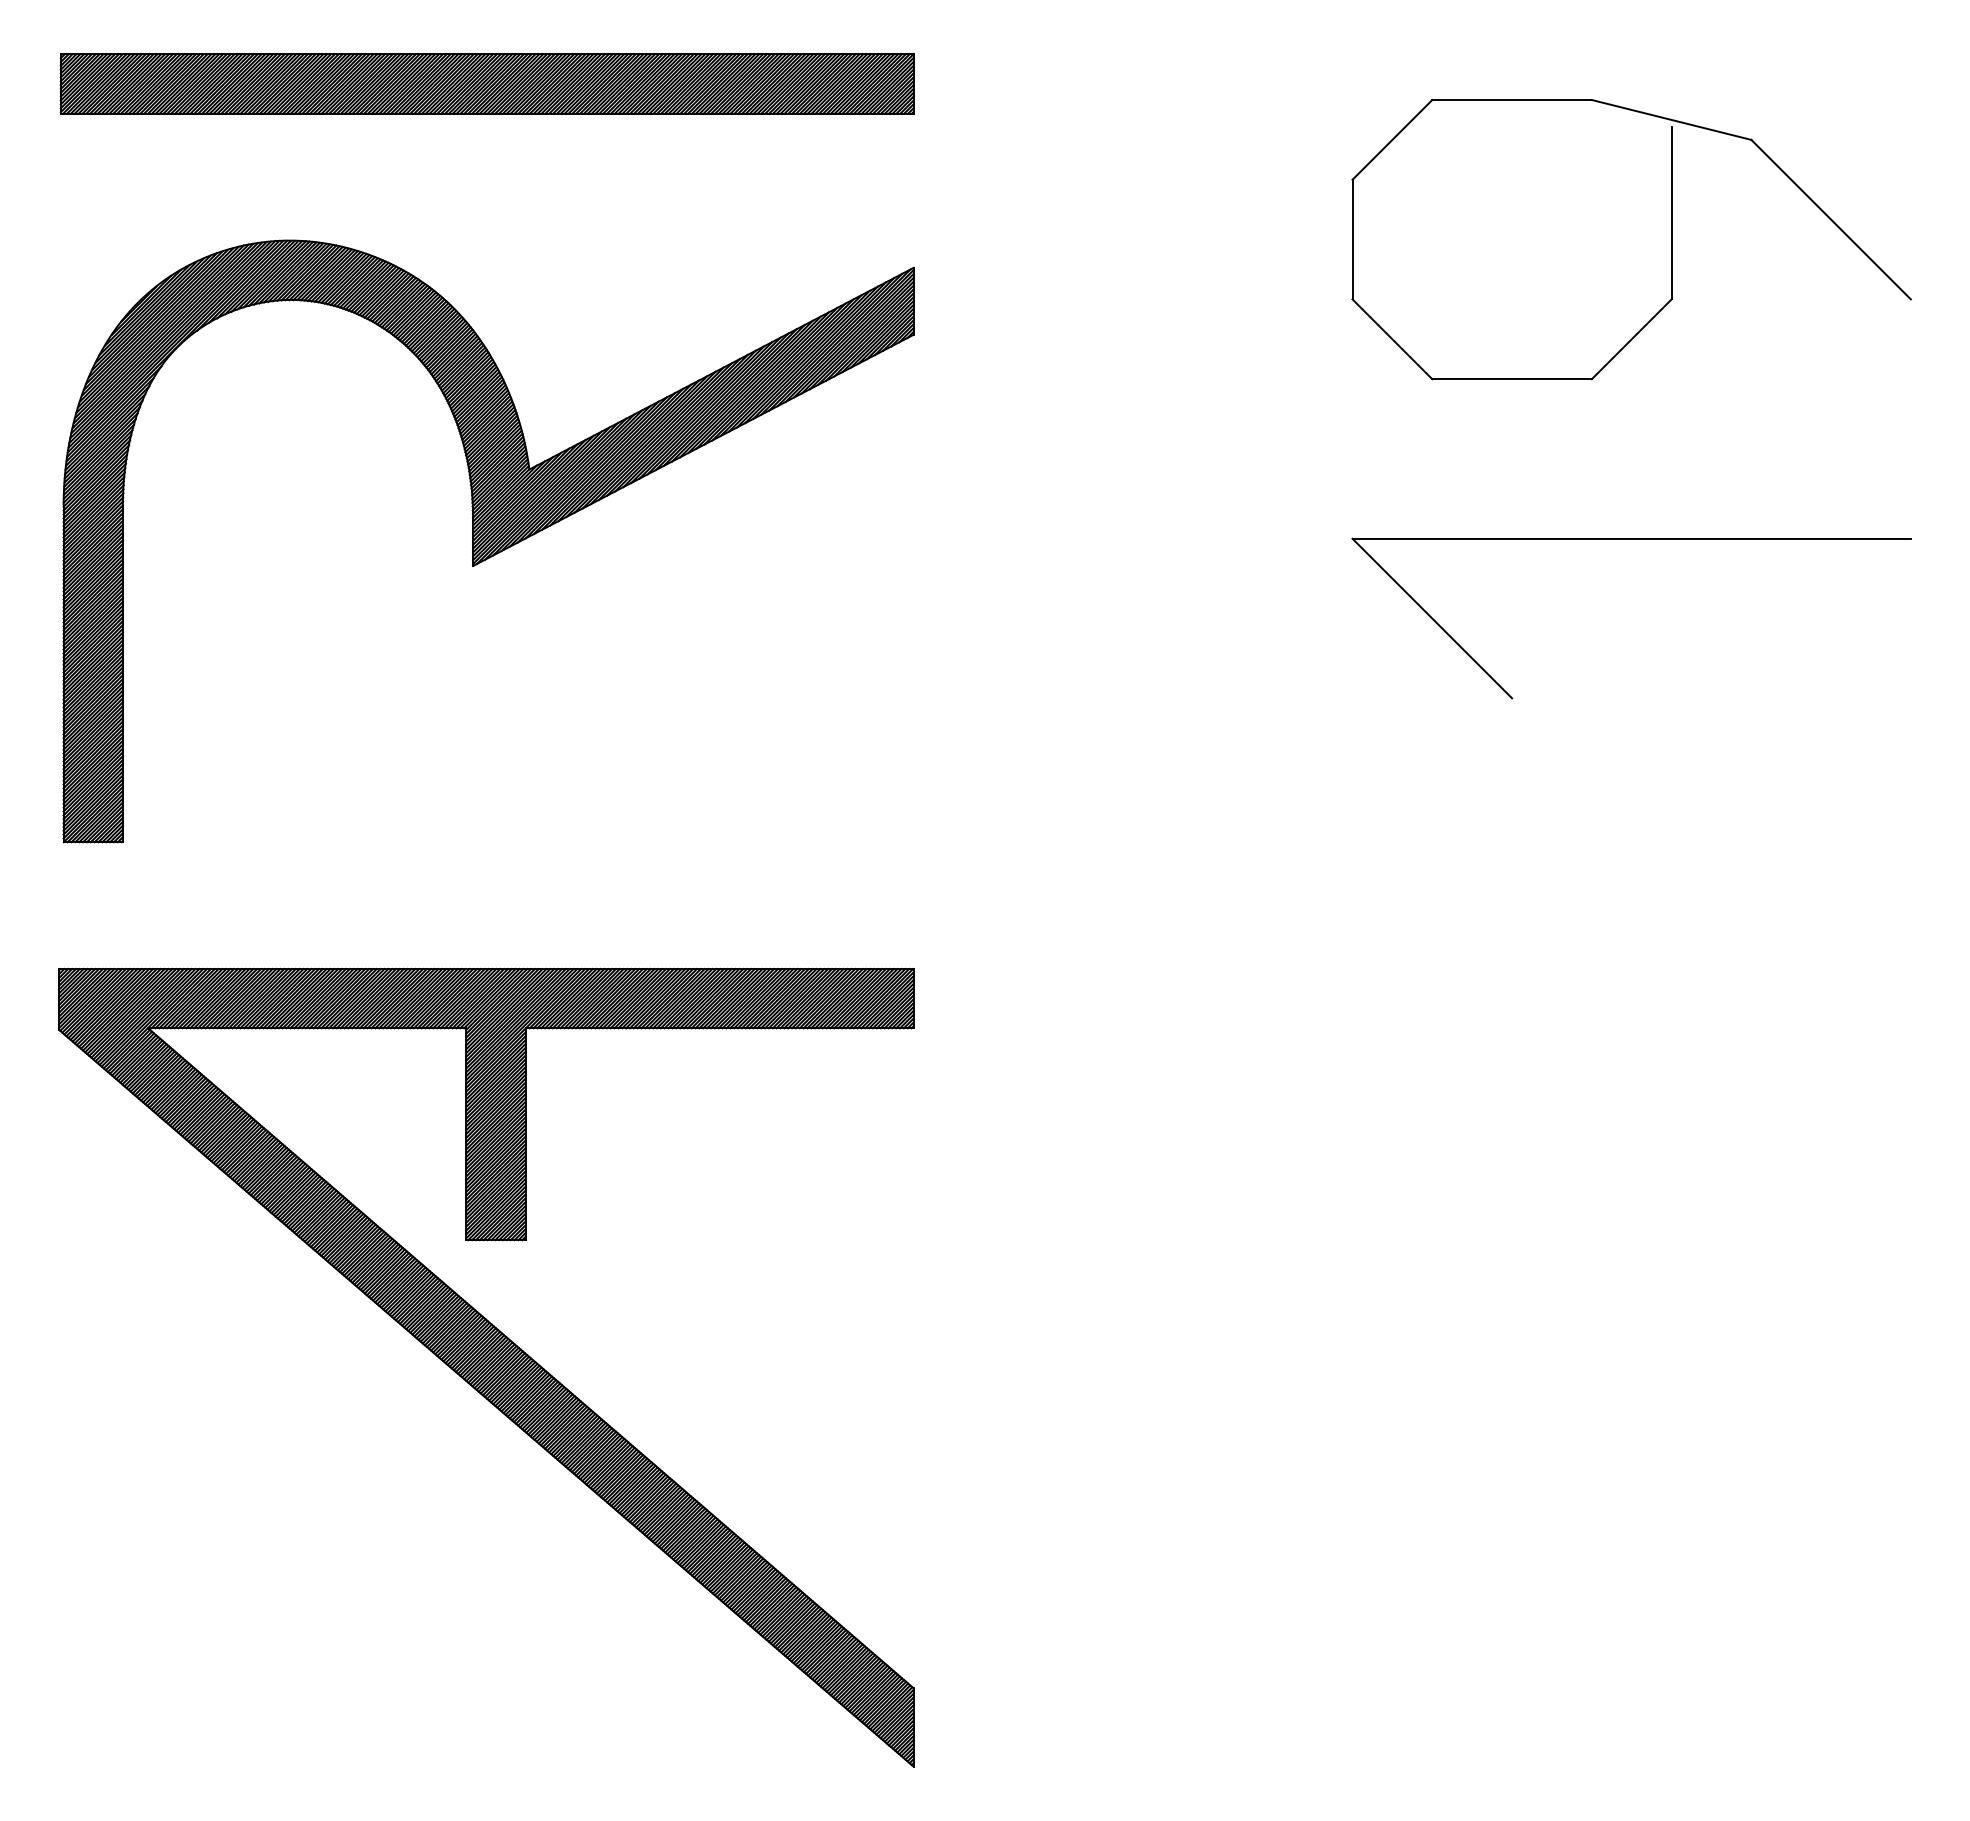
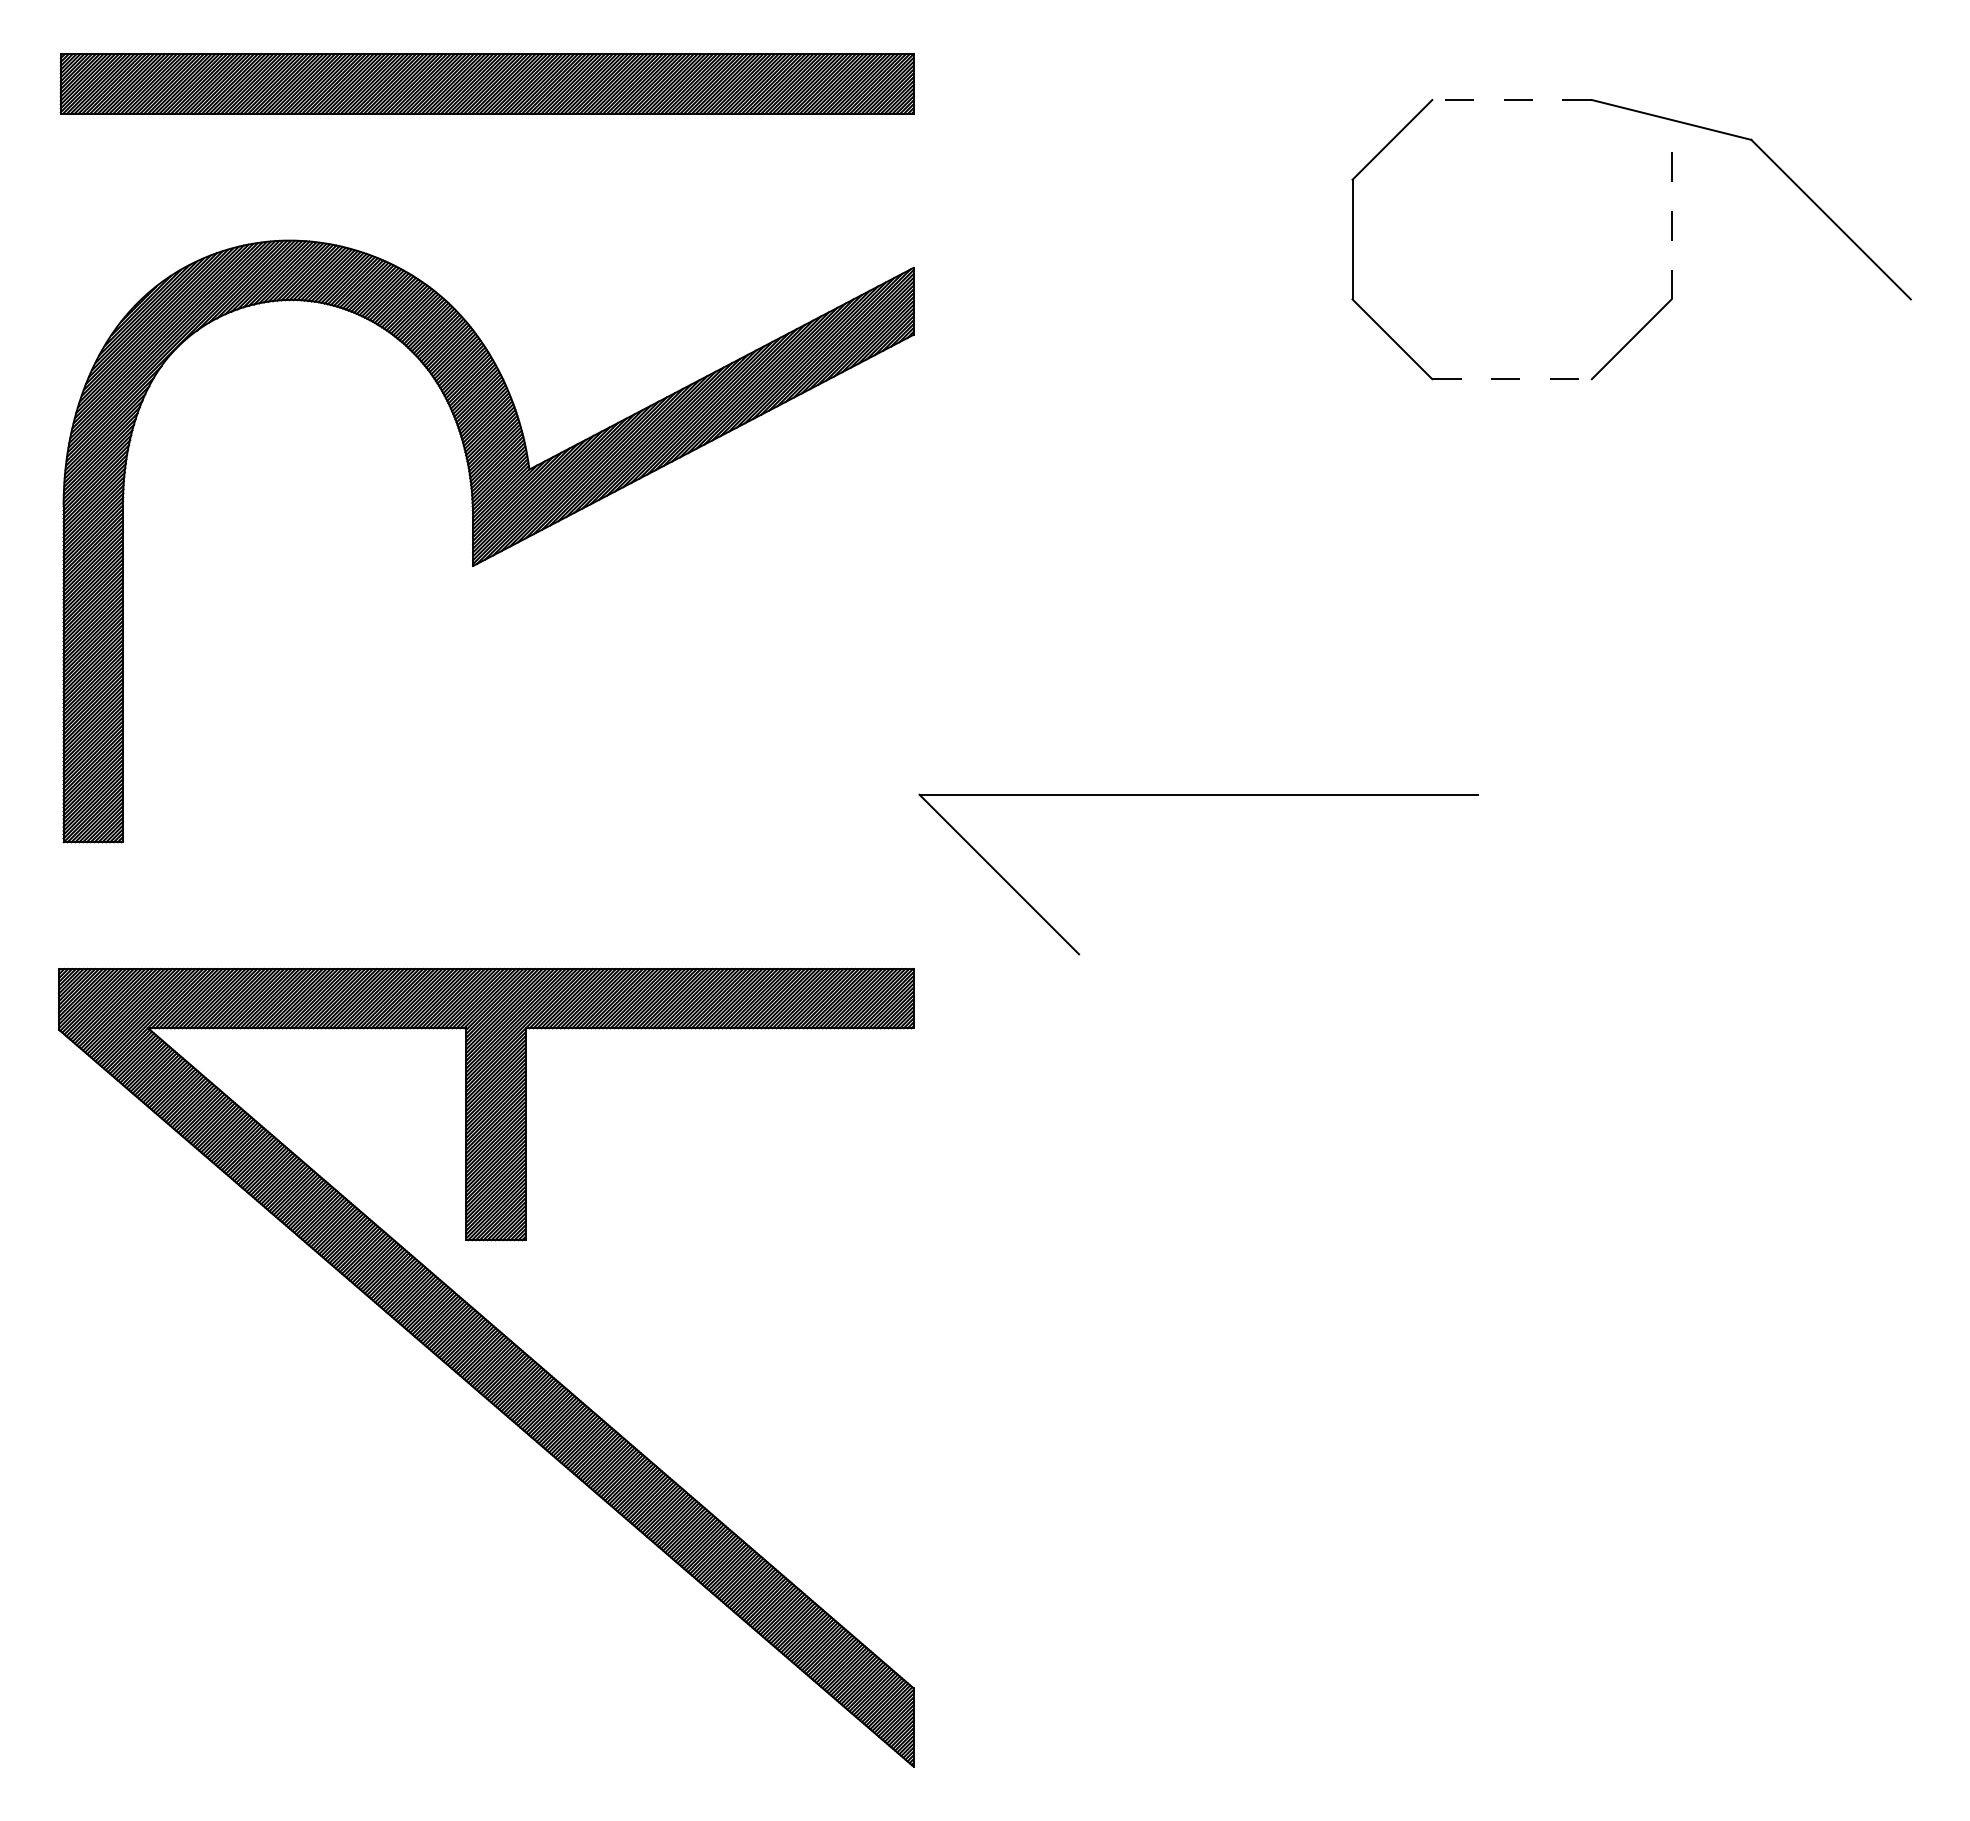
line at (1512, 100): solid -> dashed
line at (1671, 212): solid -> dashed
line at (1512, 379): solid -> dashed
part at (1631, 539) position: (1631, 539) -> (1198, 795)
